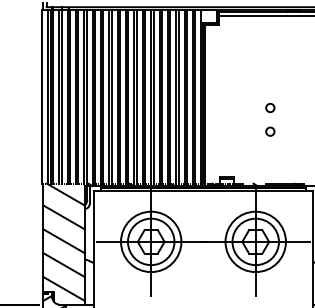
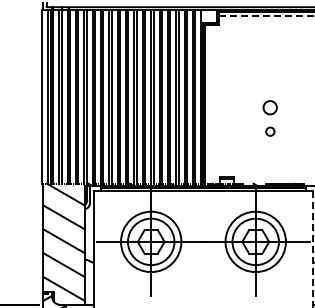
line at (266, 16): solid -> dashed
circle at (270, 108) size: 11x11 px -> 16x16 px
line at (312, 249): solid -> dashed
